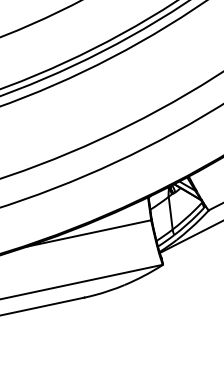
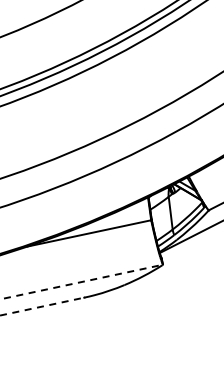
line at (81, 281): solid -> dashed
line at (42, 306): solid -> dashed
